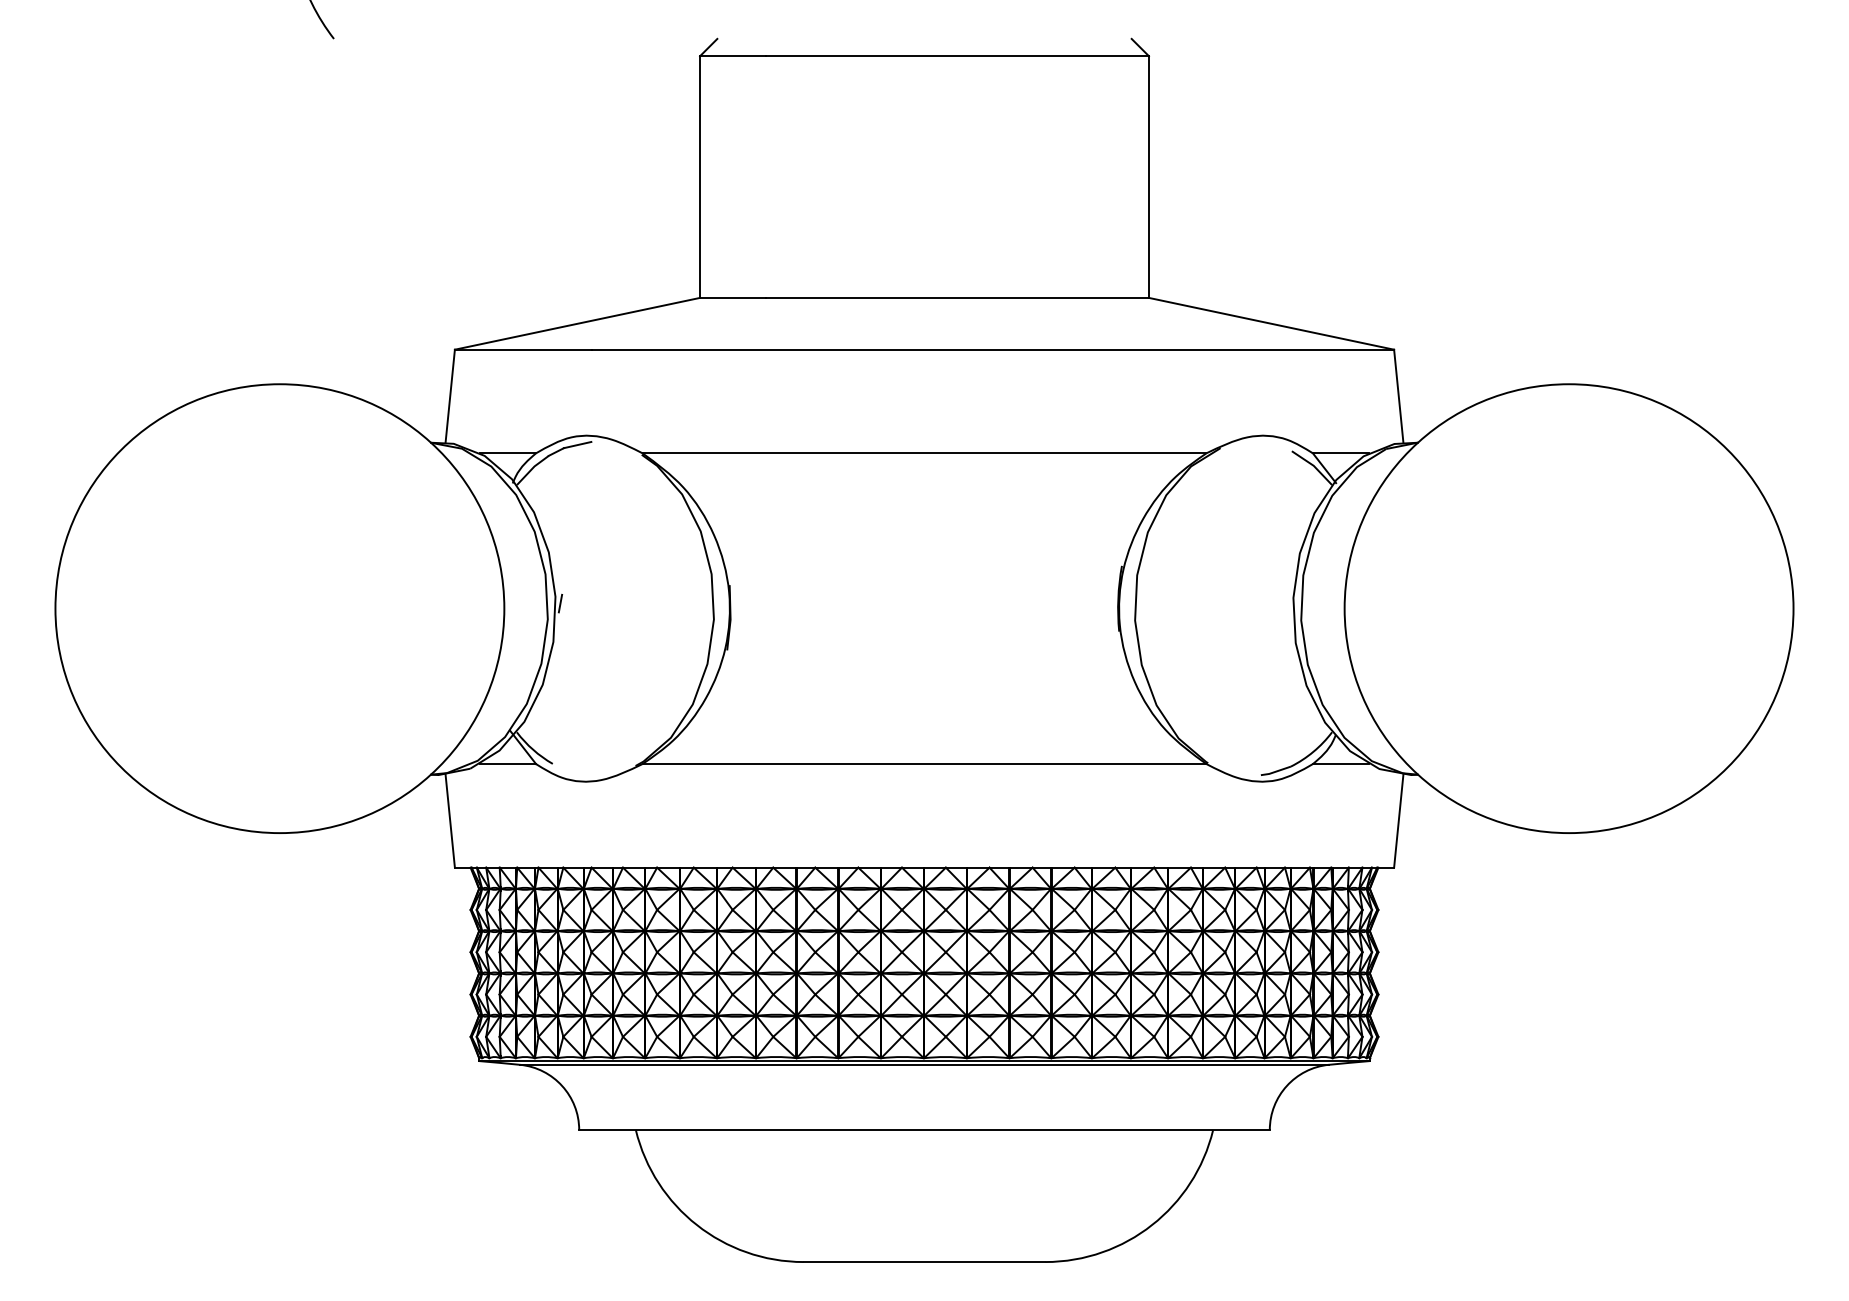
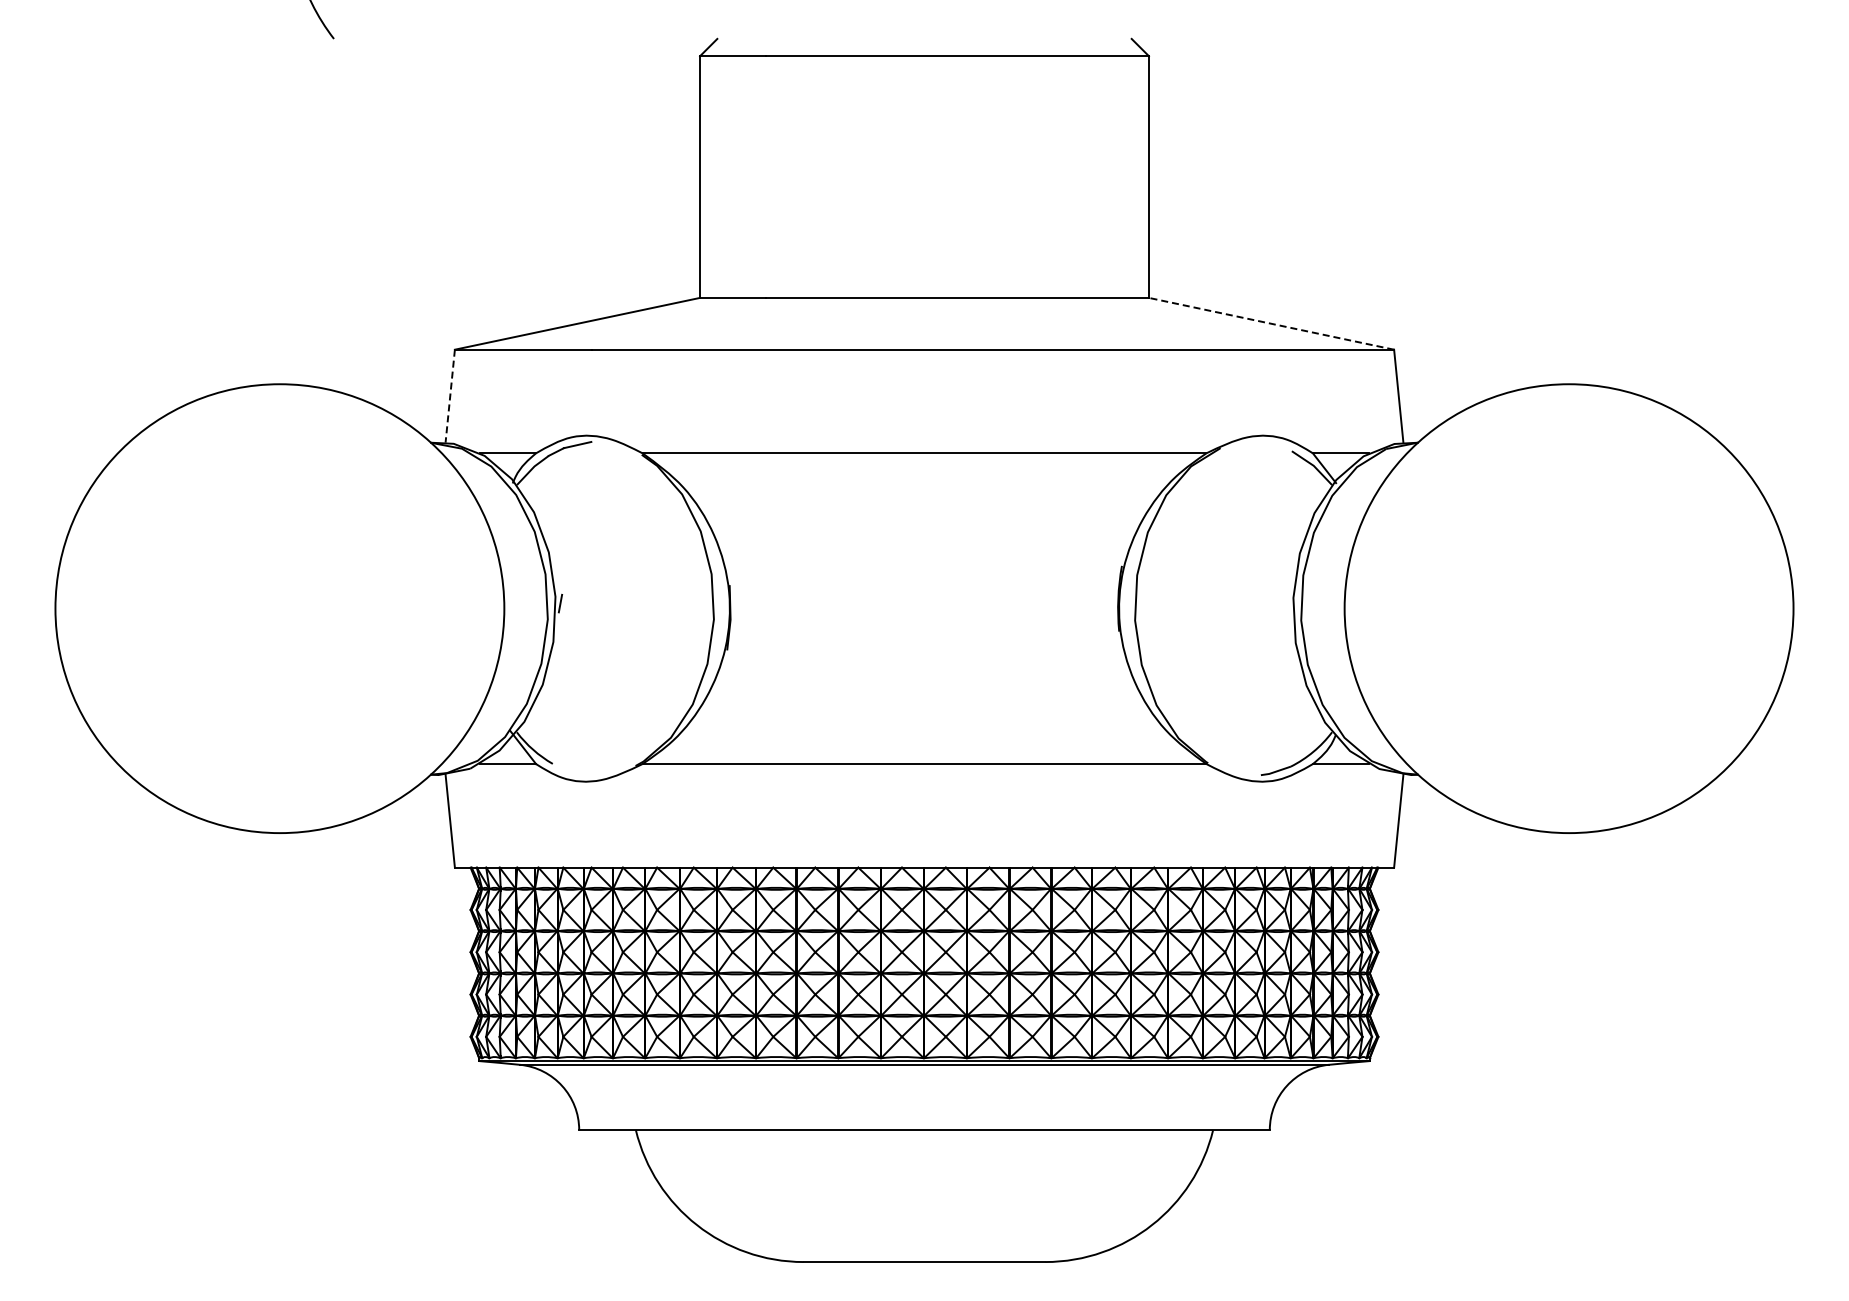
line at (1271, 323): solid -> dashed
line at (450, 396): solid -> dashed
